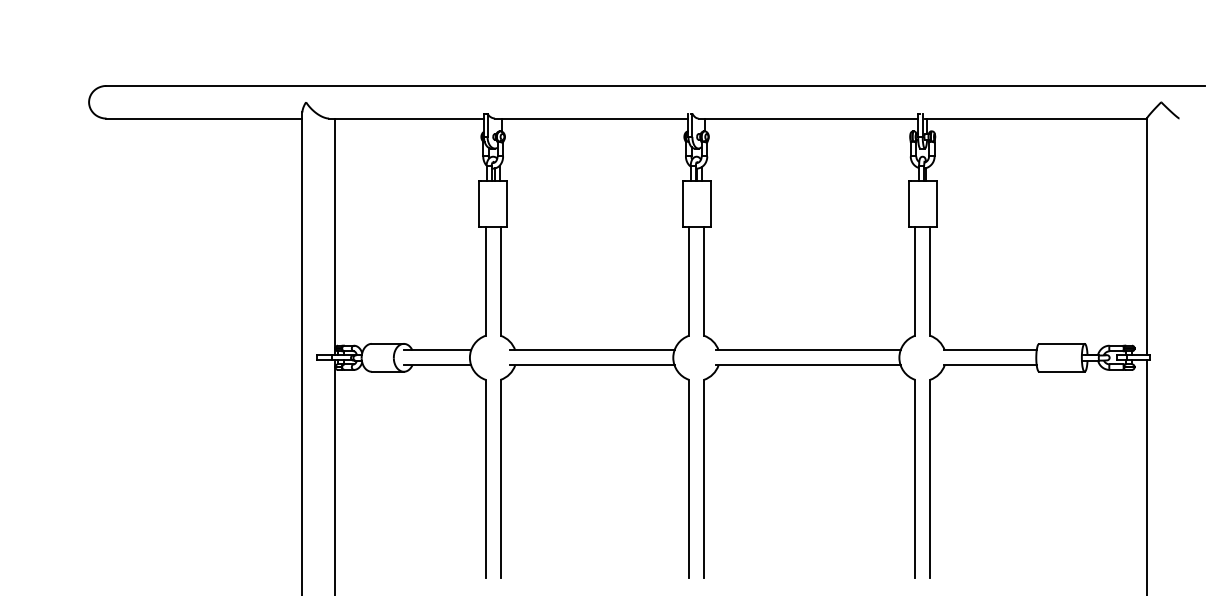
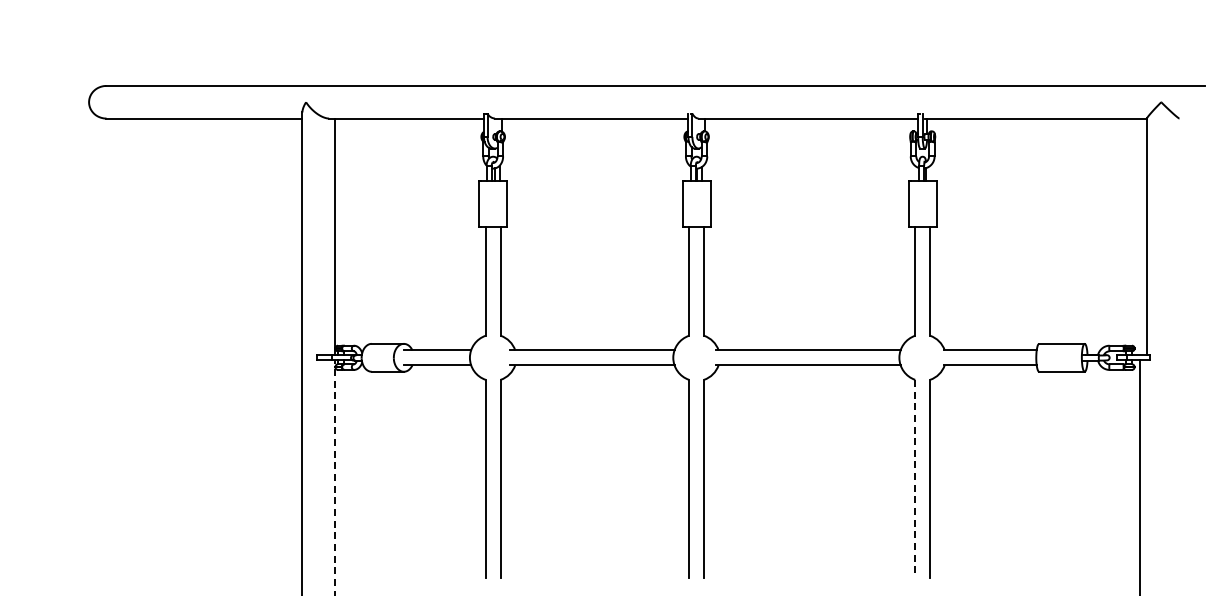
line at (1147, 476) position: (1147, 476) -> (1140, 476)
line at (335, 477): solid -> dashed
line at (915, 479): solid -> dashed
